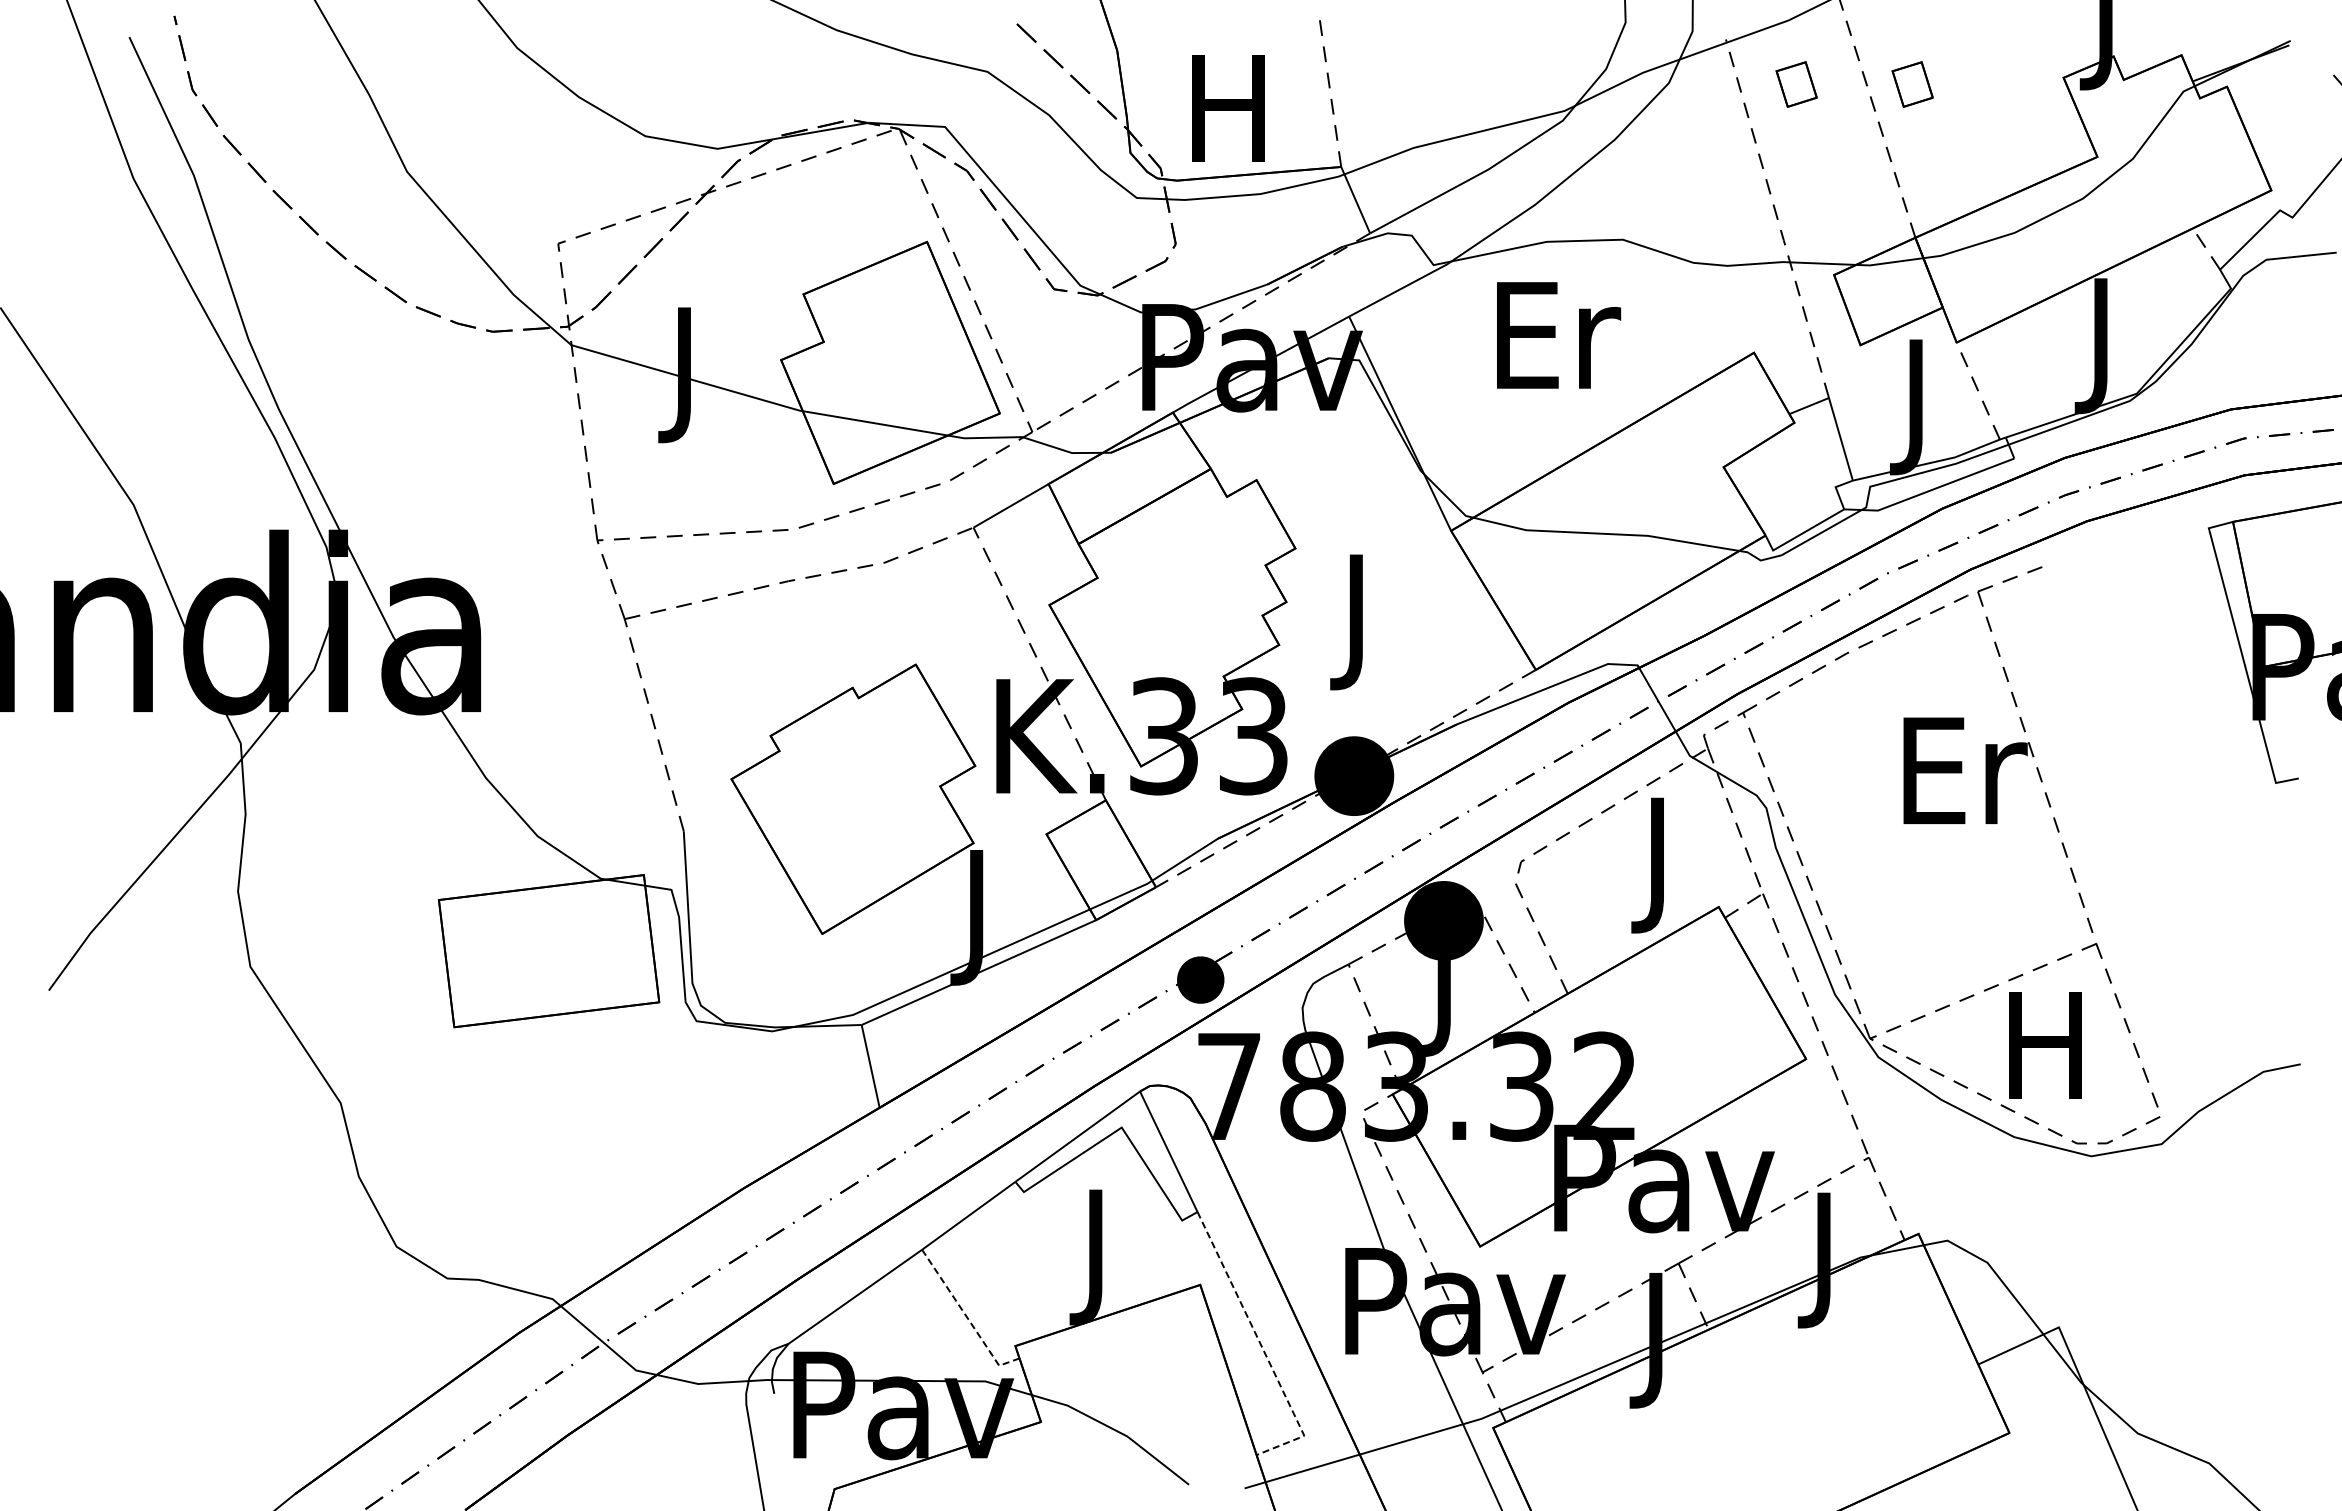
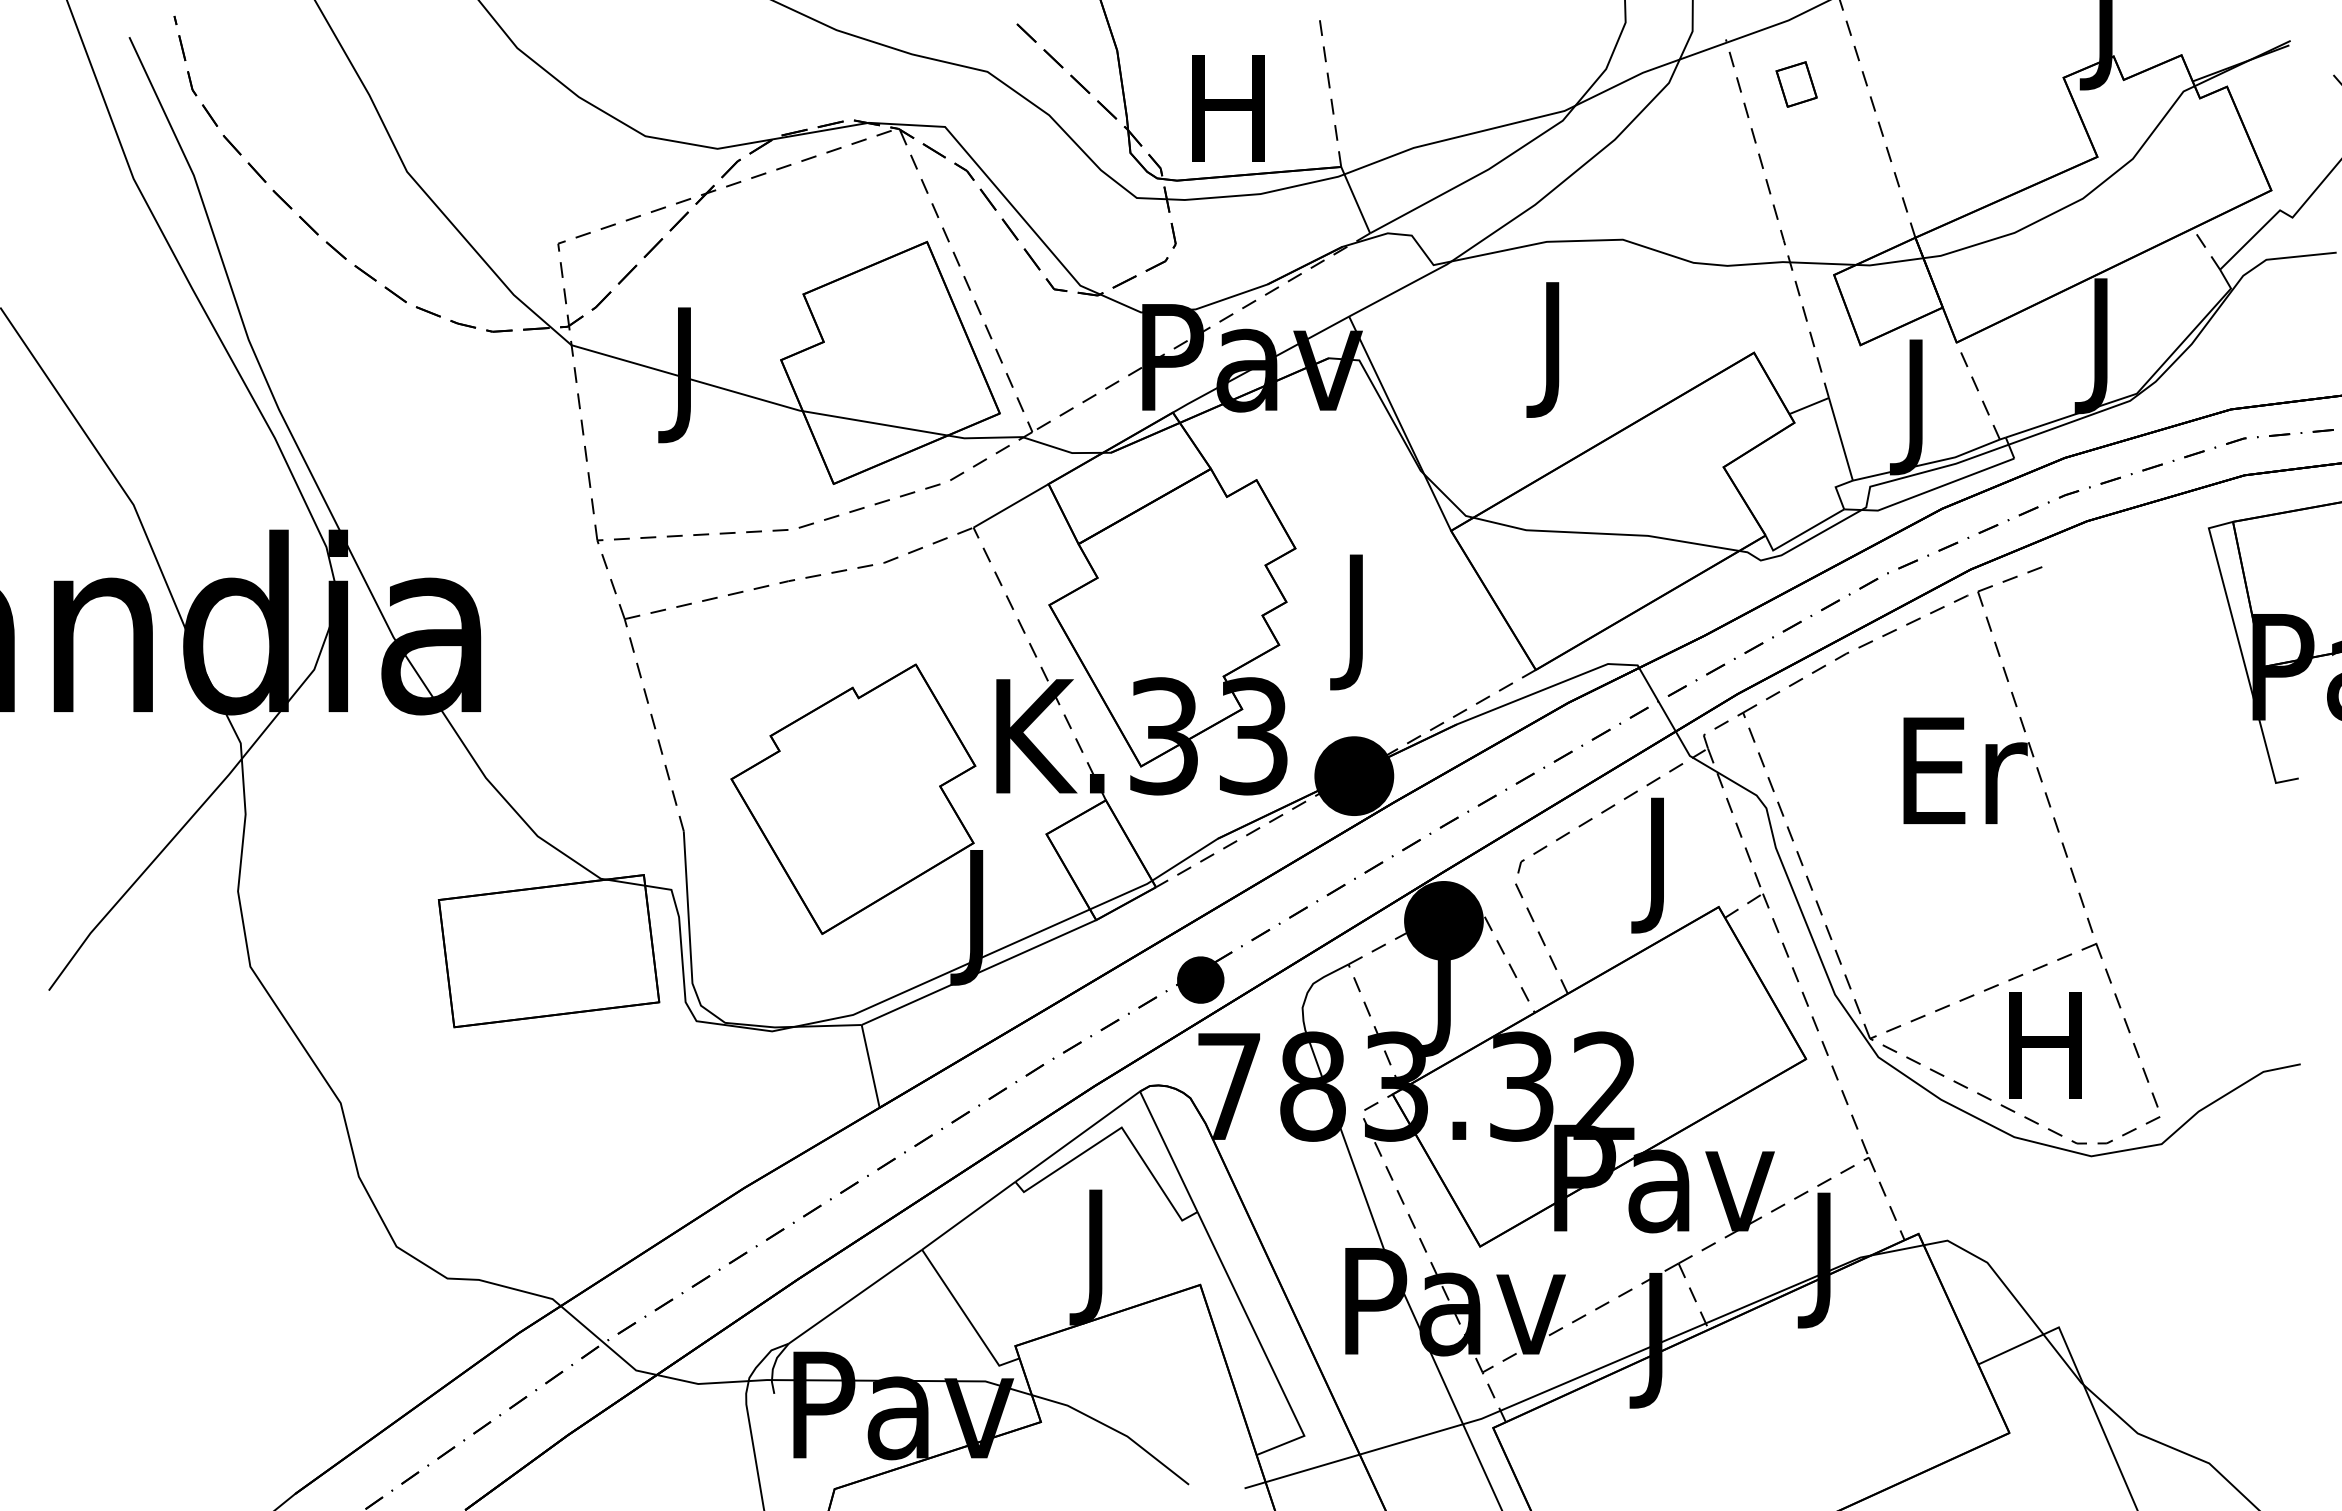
part at (1912, 84): present -> none
text at (1559, 349): Er -> J
line at (967, 1317): dashed -> solid
line at (1262, 1347): dashed -> solid
